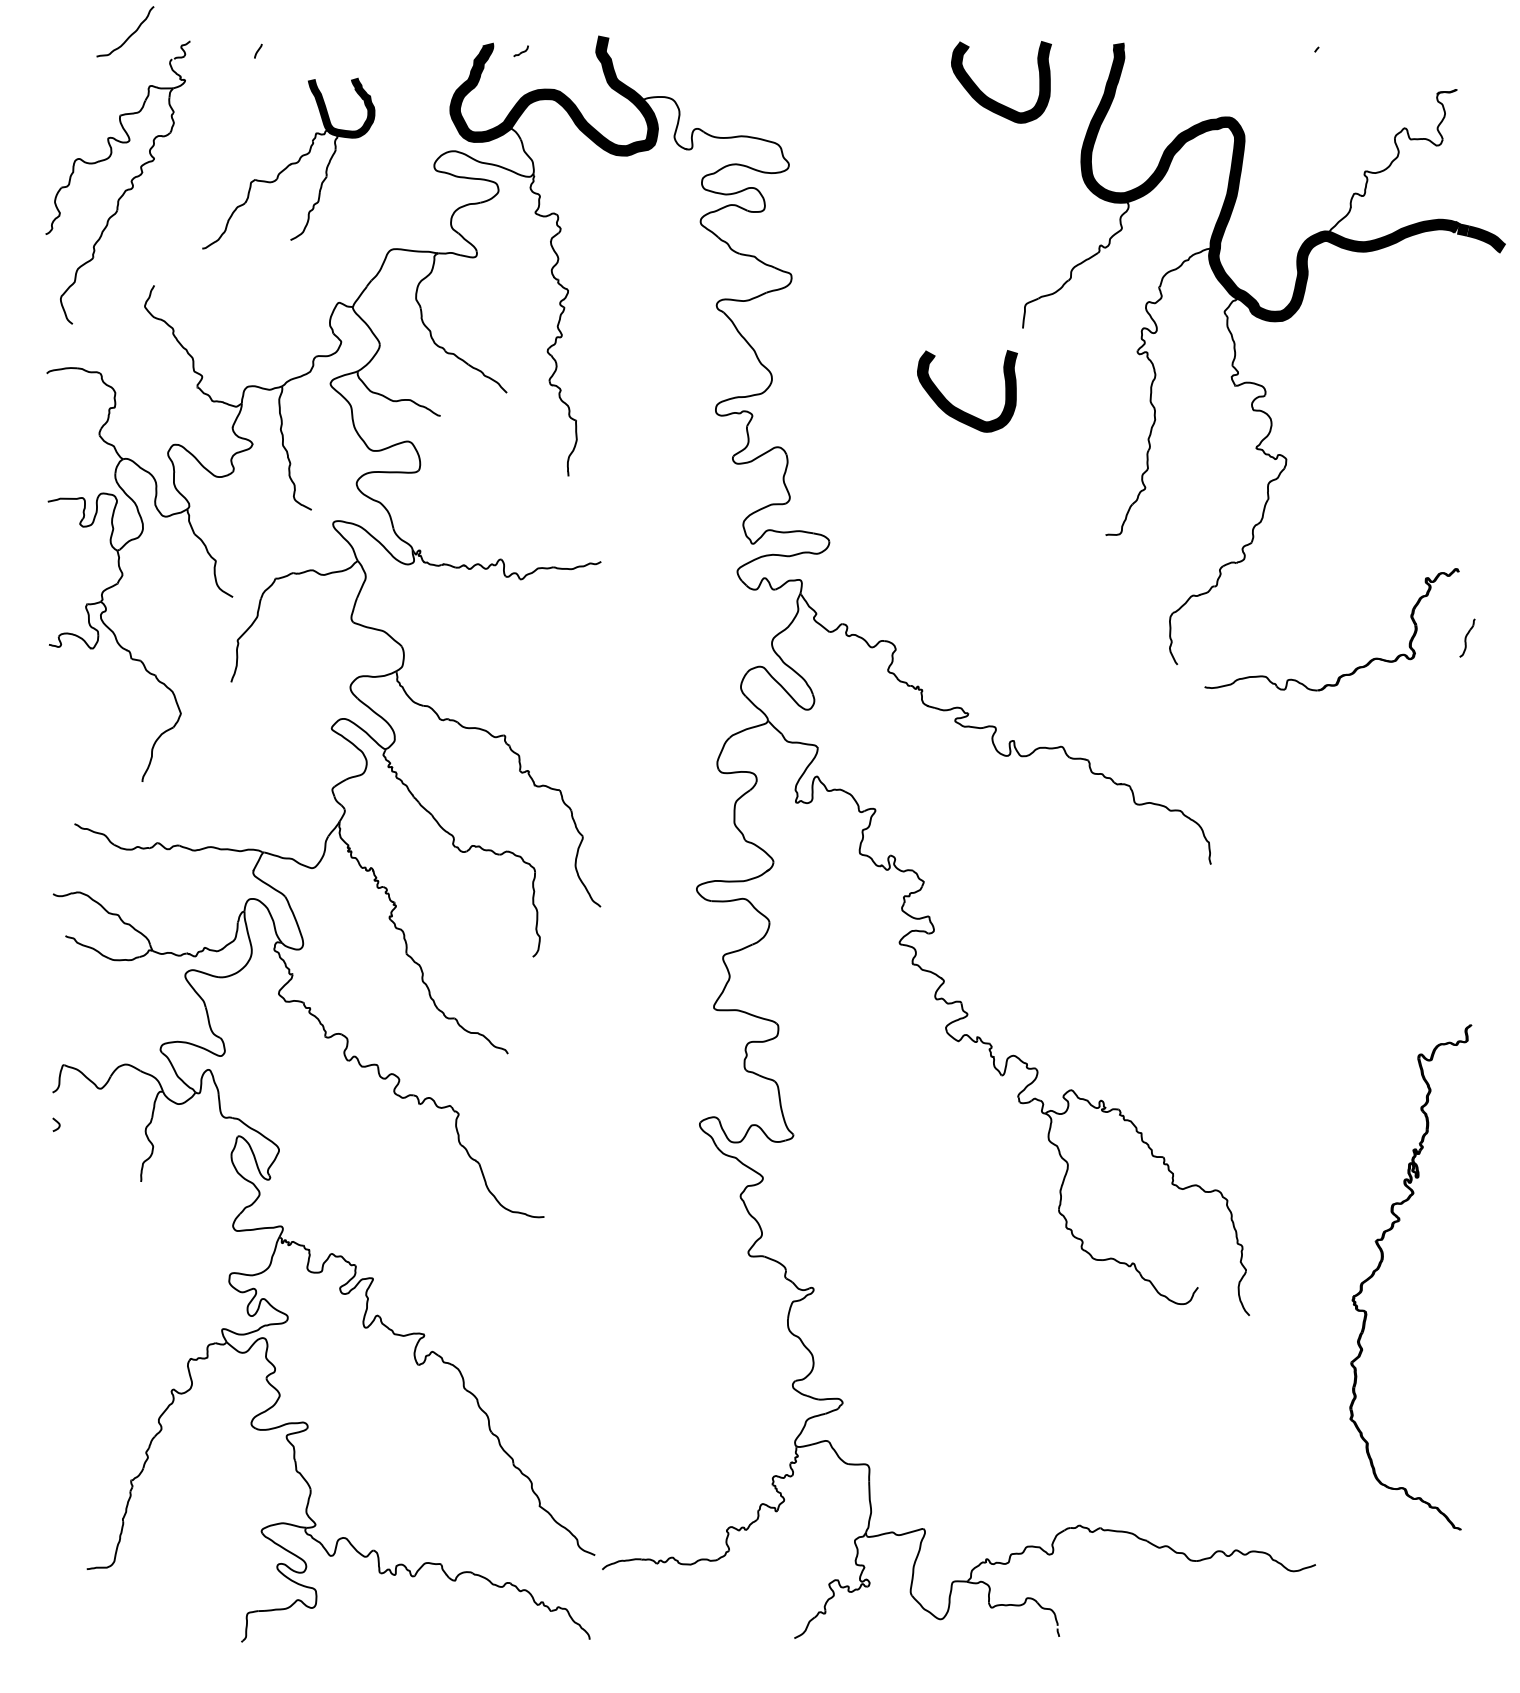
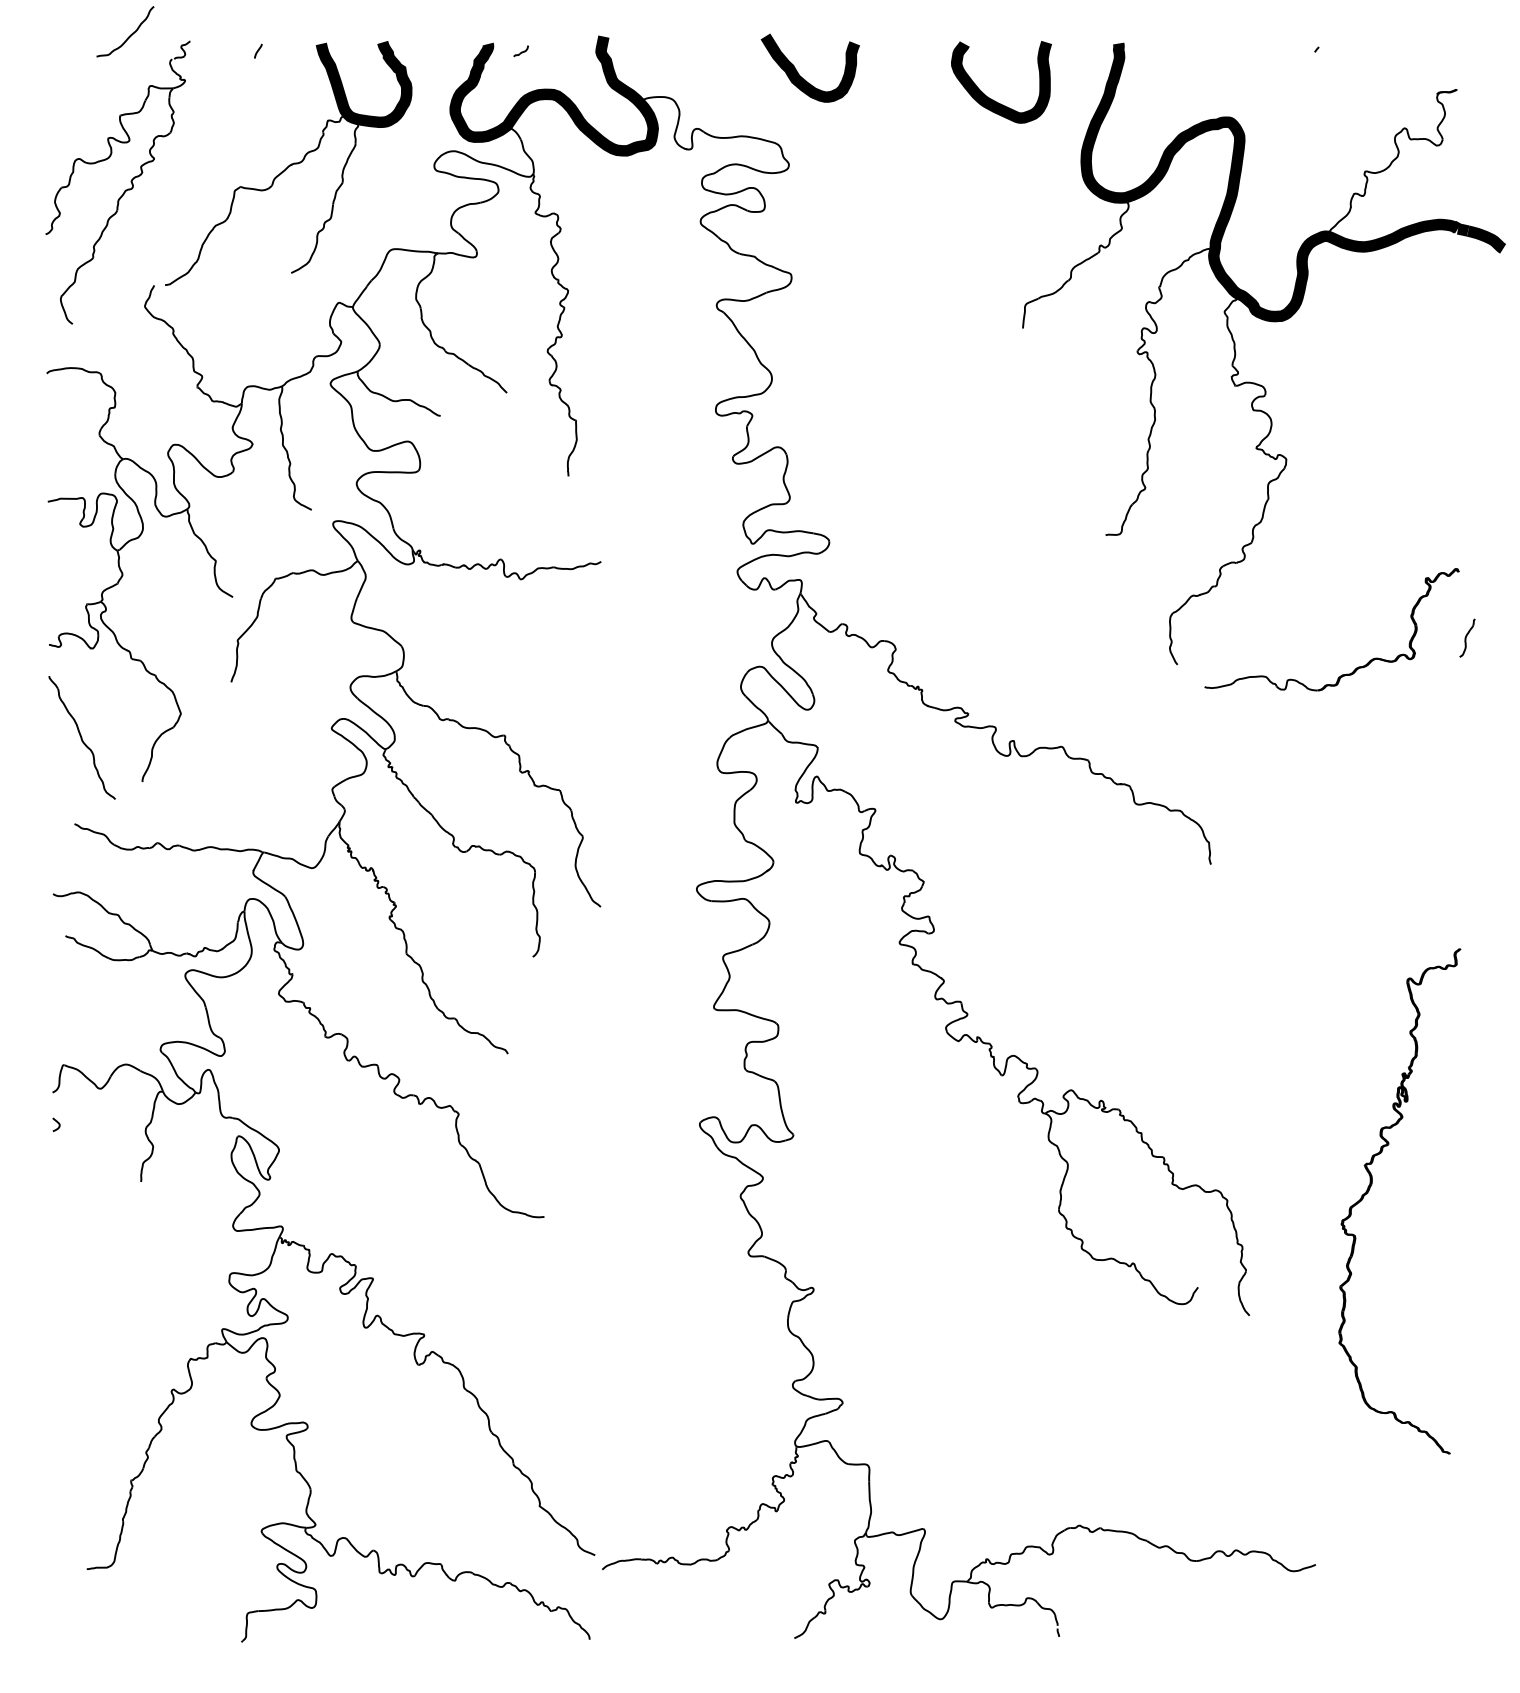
curve at (800, 75): none -> present
part at (288, 163) size: 174x173 px -> 248x245 px
curve at (959, 408): present -> none
part at (81, 737): none -> present
part at (1380, 1267) position: (1380, 1267) -> (1369, 1191)
